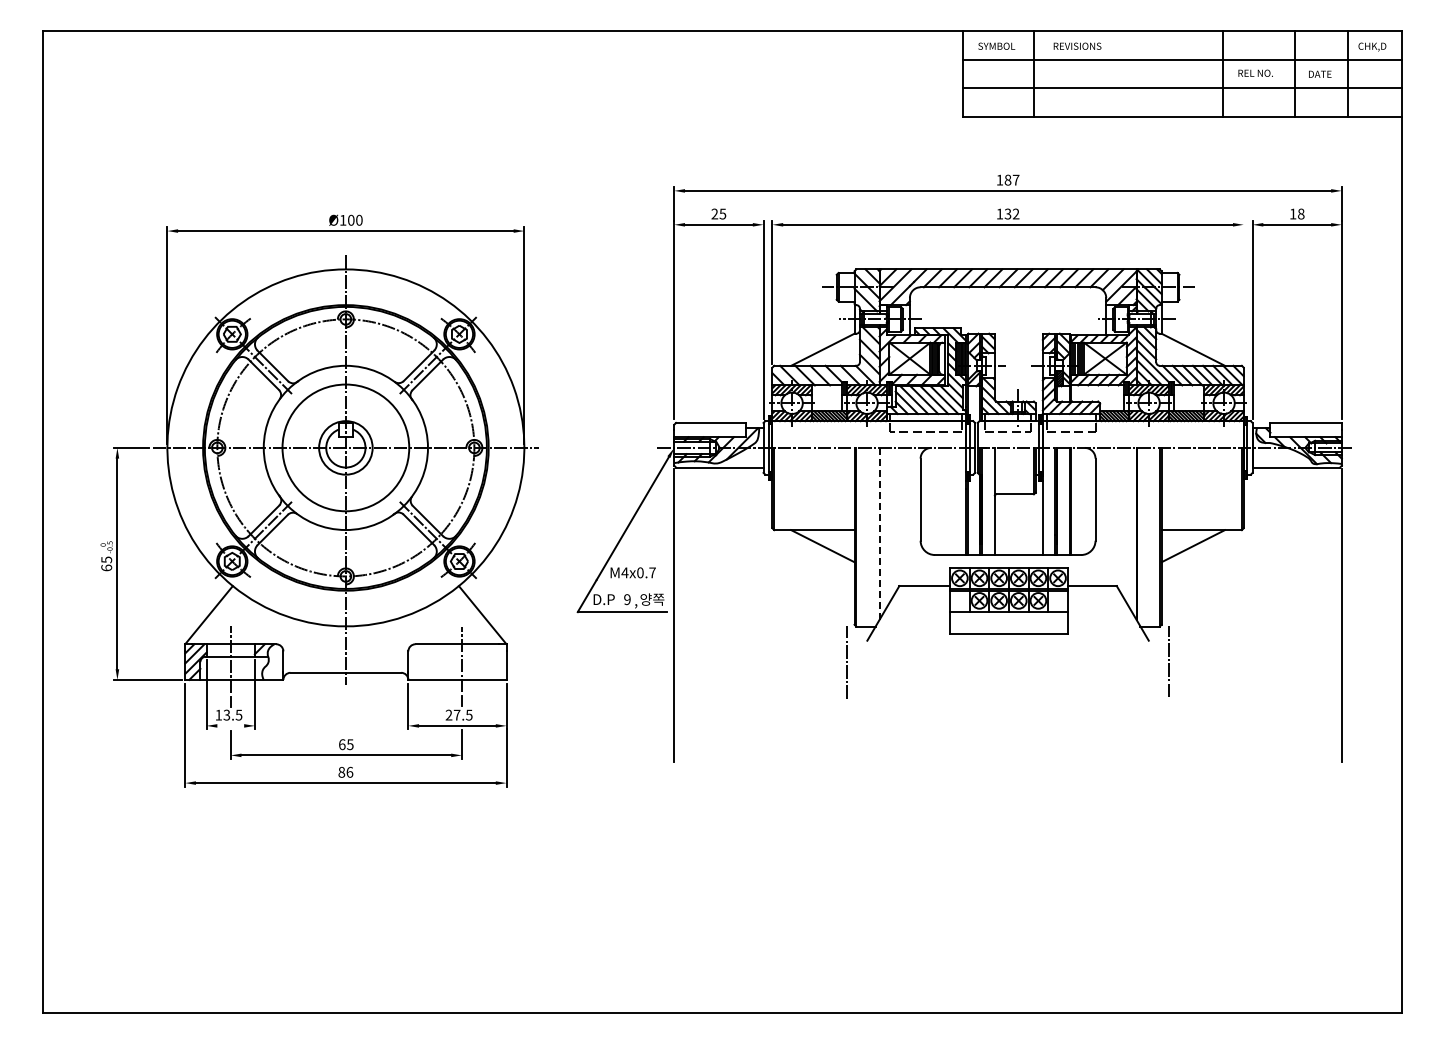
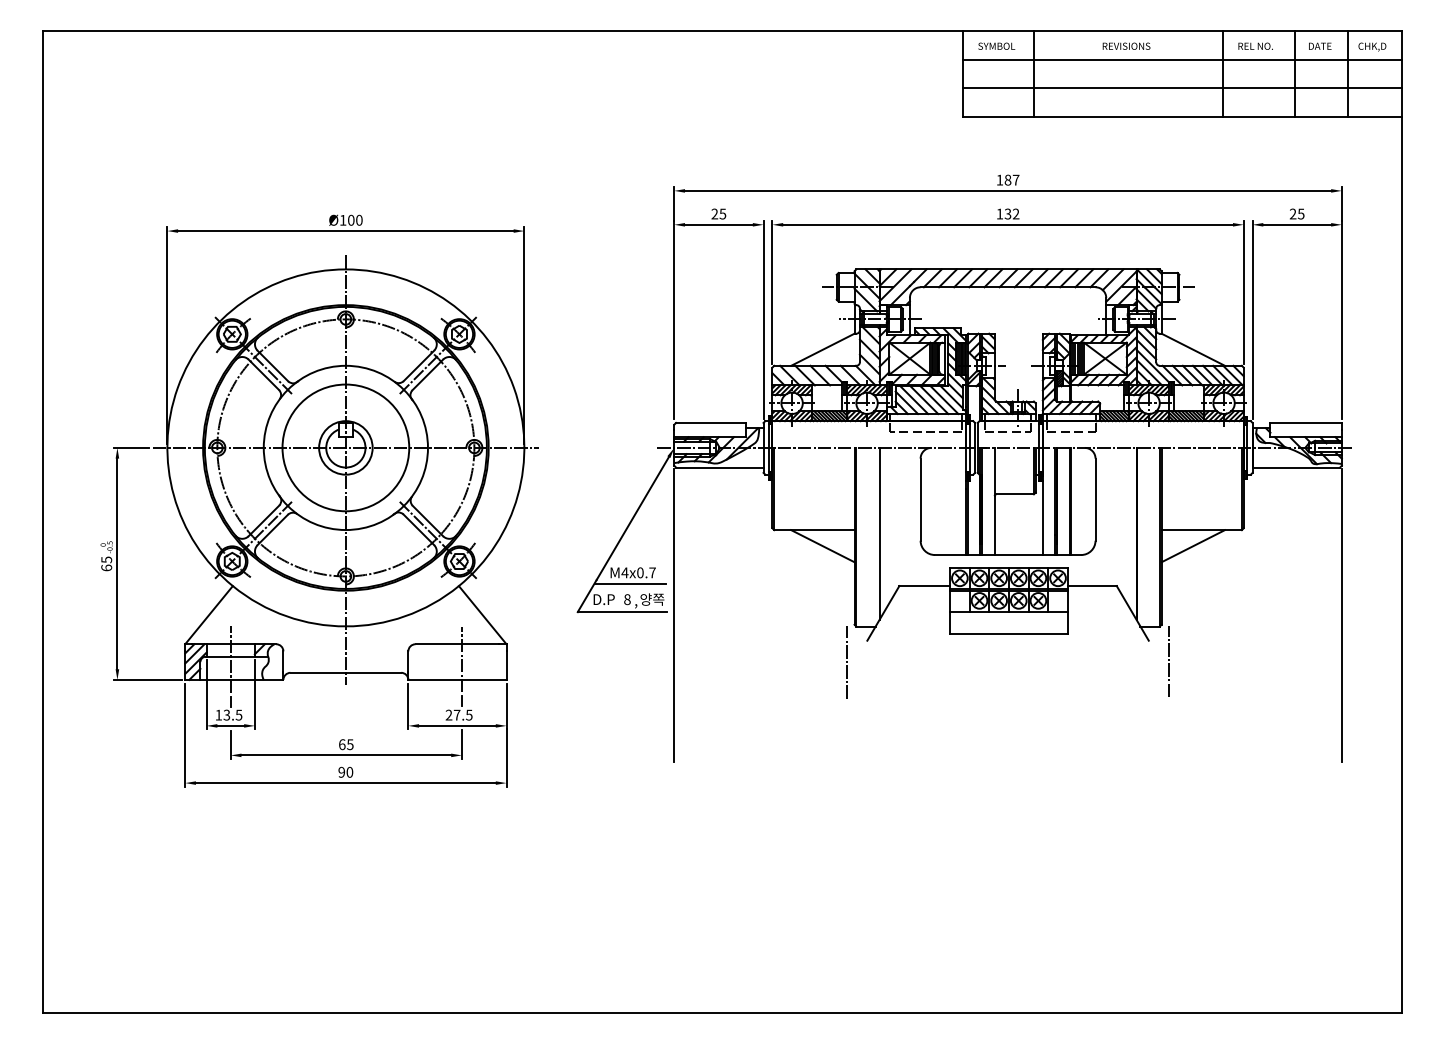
text at (1077, 45) position: (1077, 45) -> (1126, 45)
text at (1255, 72) position: (1255, 72) -> (1255, 45)
text at (1320, 73) position: (1320, 73) -> (1320, 45)
text at (1296, 213): 18 -> 25
line at (1243, 292): none -> present
line at (879, 533): dashed -> solid
line at (630, 583): none -> present
text at (627, 599): 9 -> 8
line at (230, 725): none -> present
text at (345, 772): 86 -> 90
